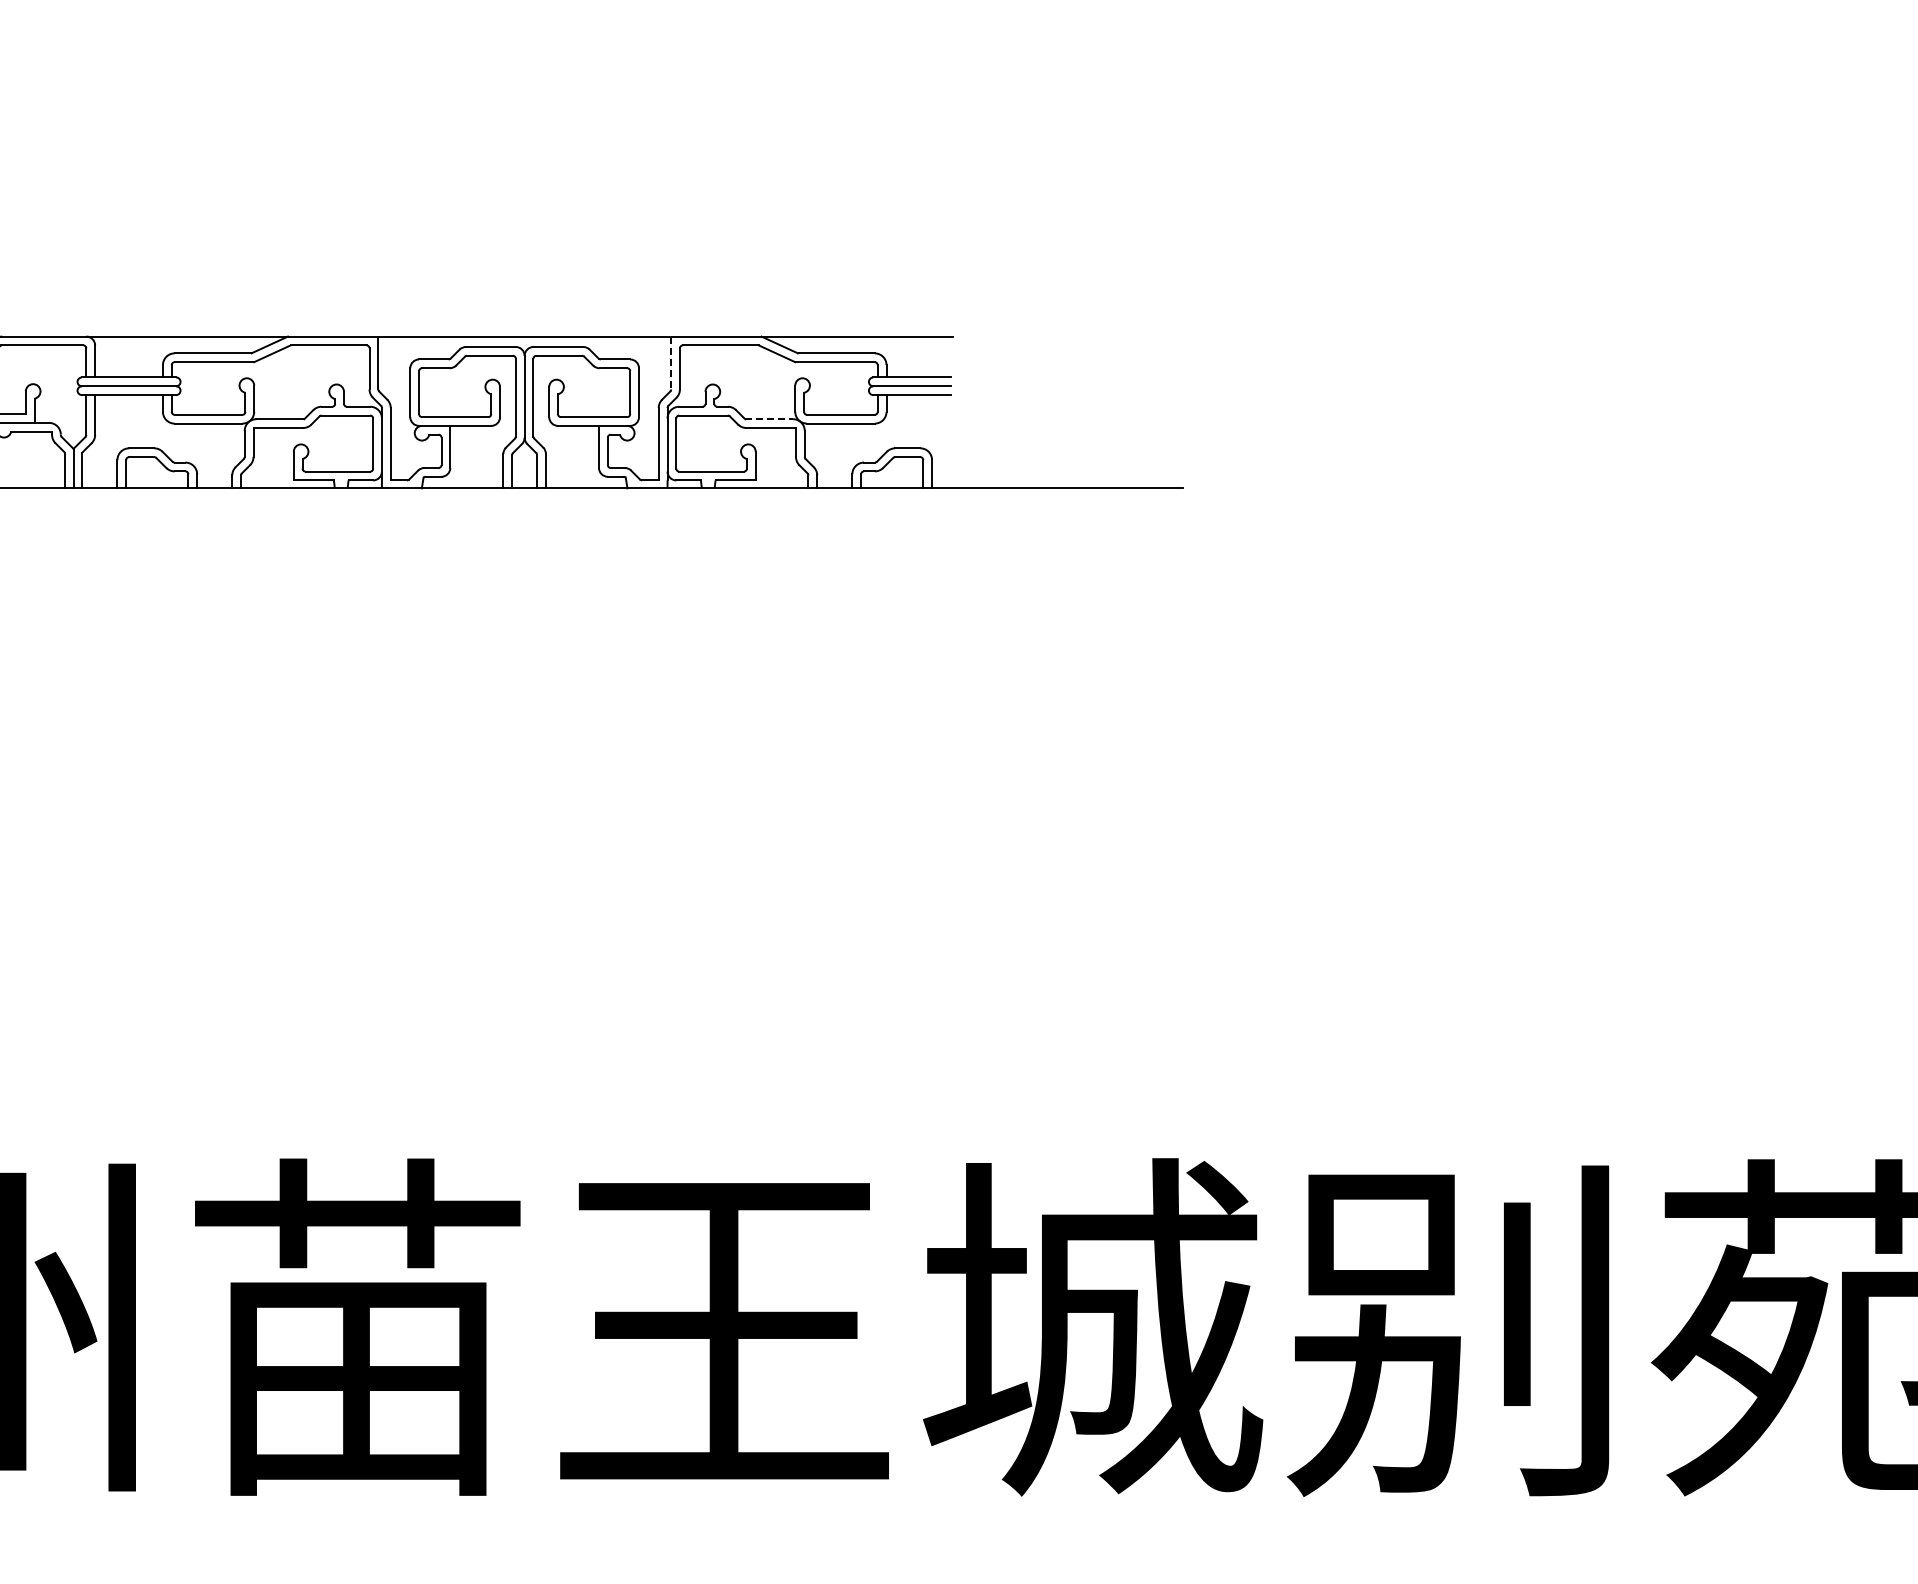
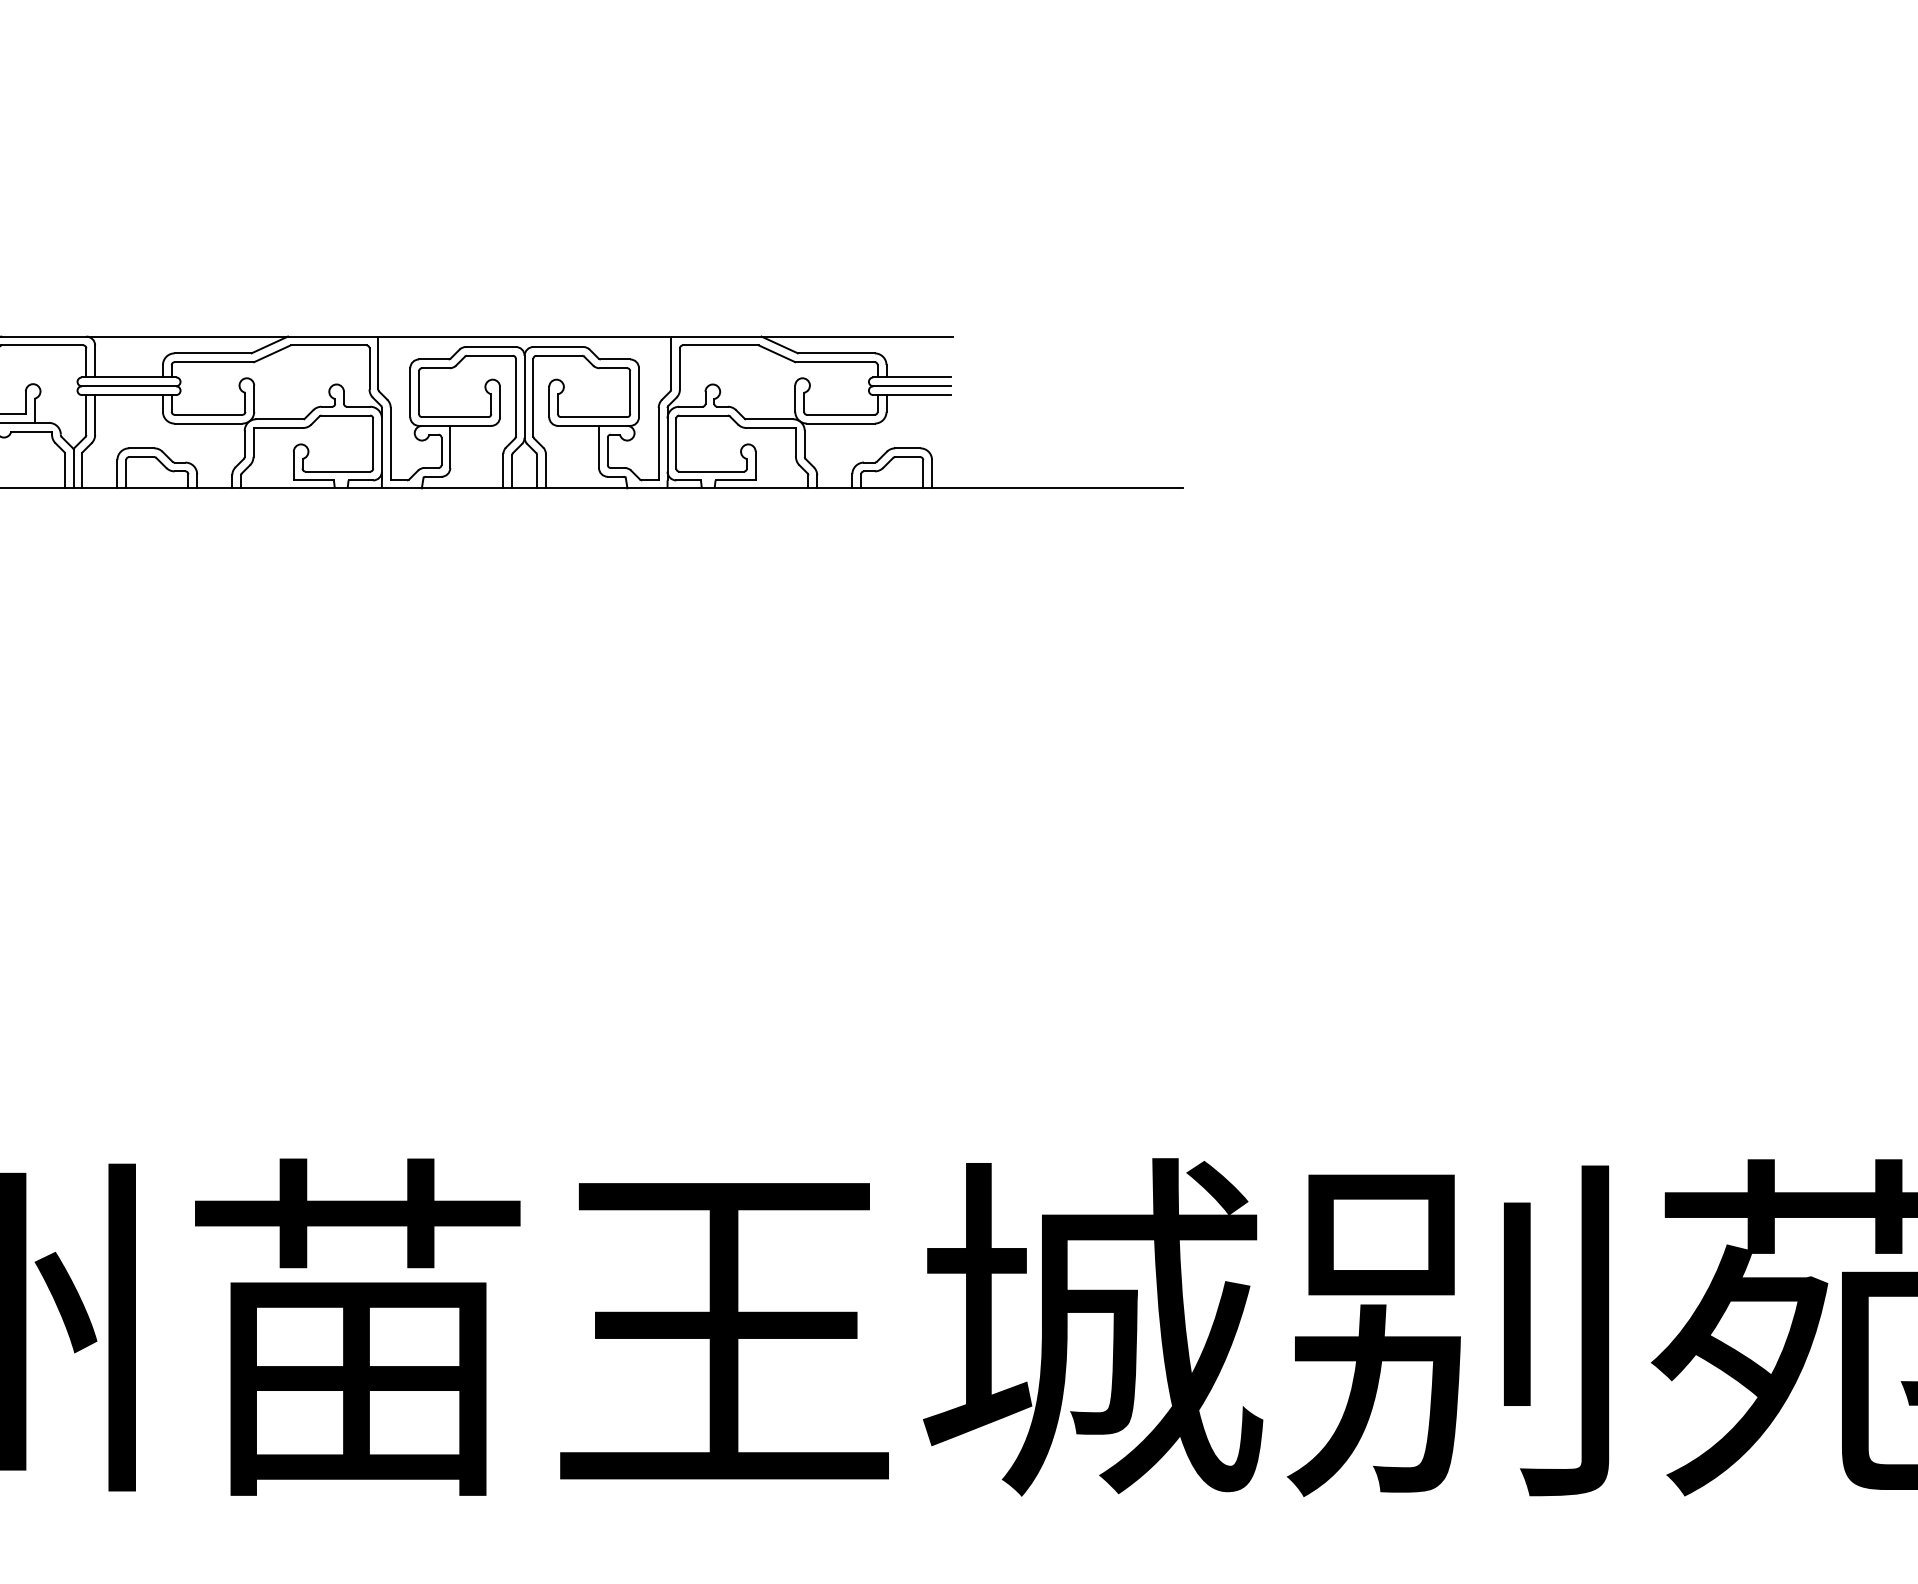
line at (671, 363): dashed -> solid
line at (769, 419): dashed -> solid
